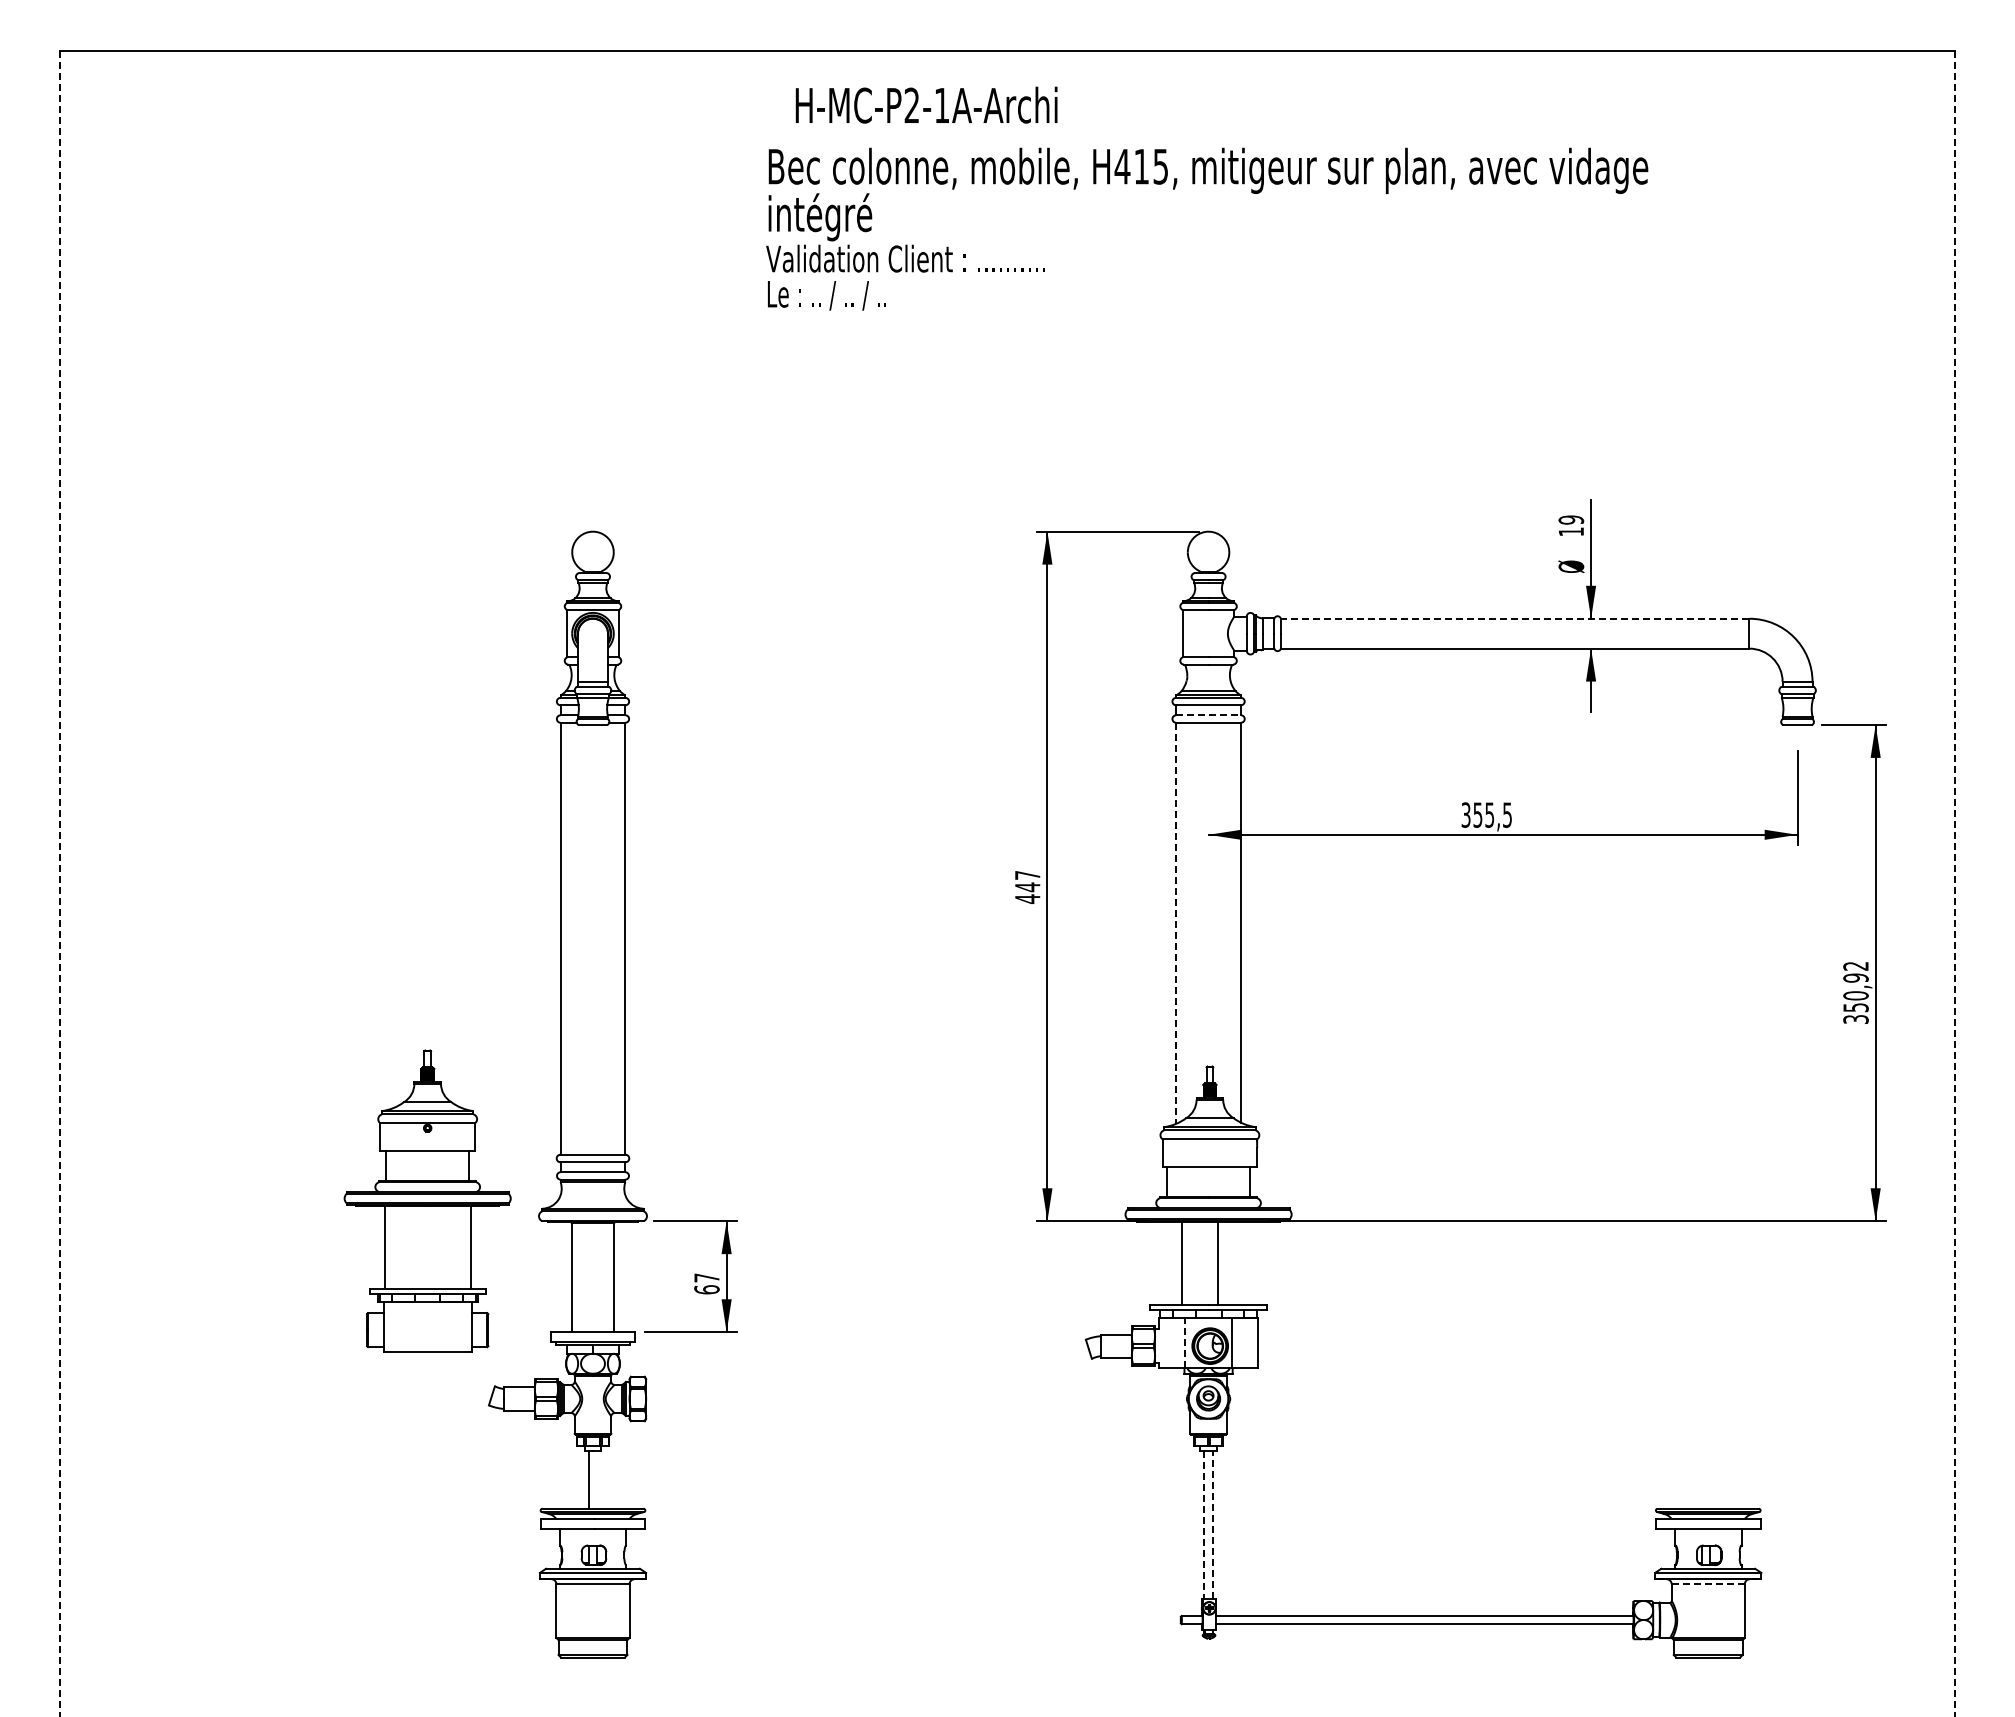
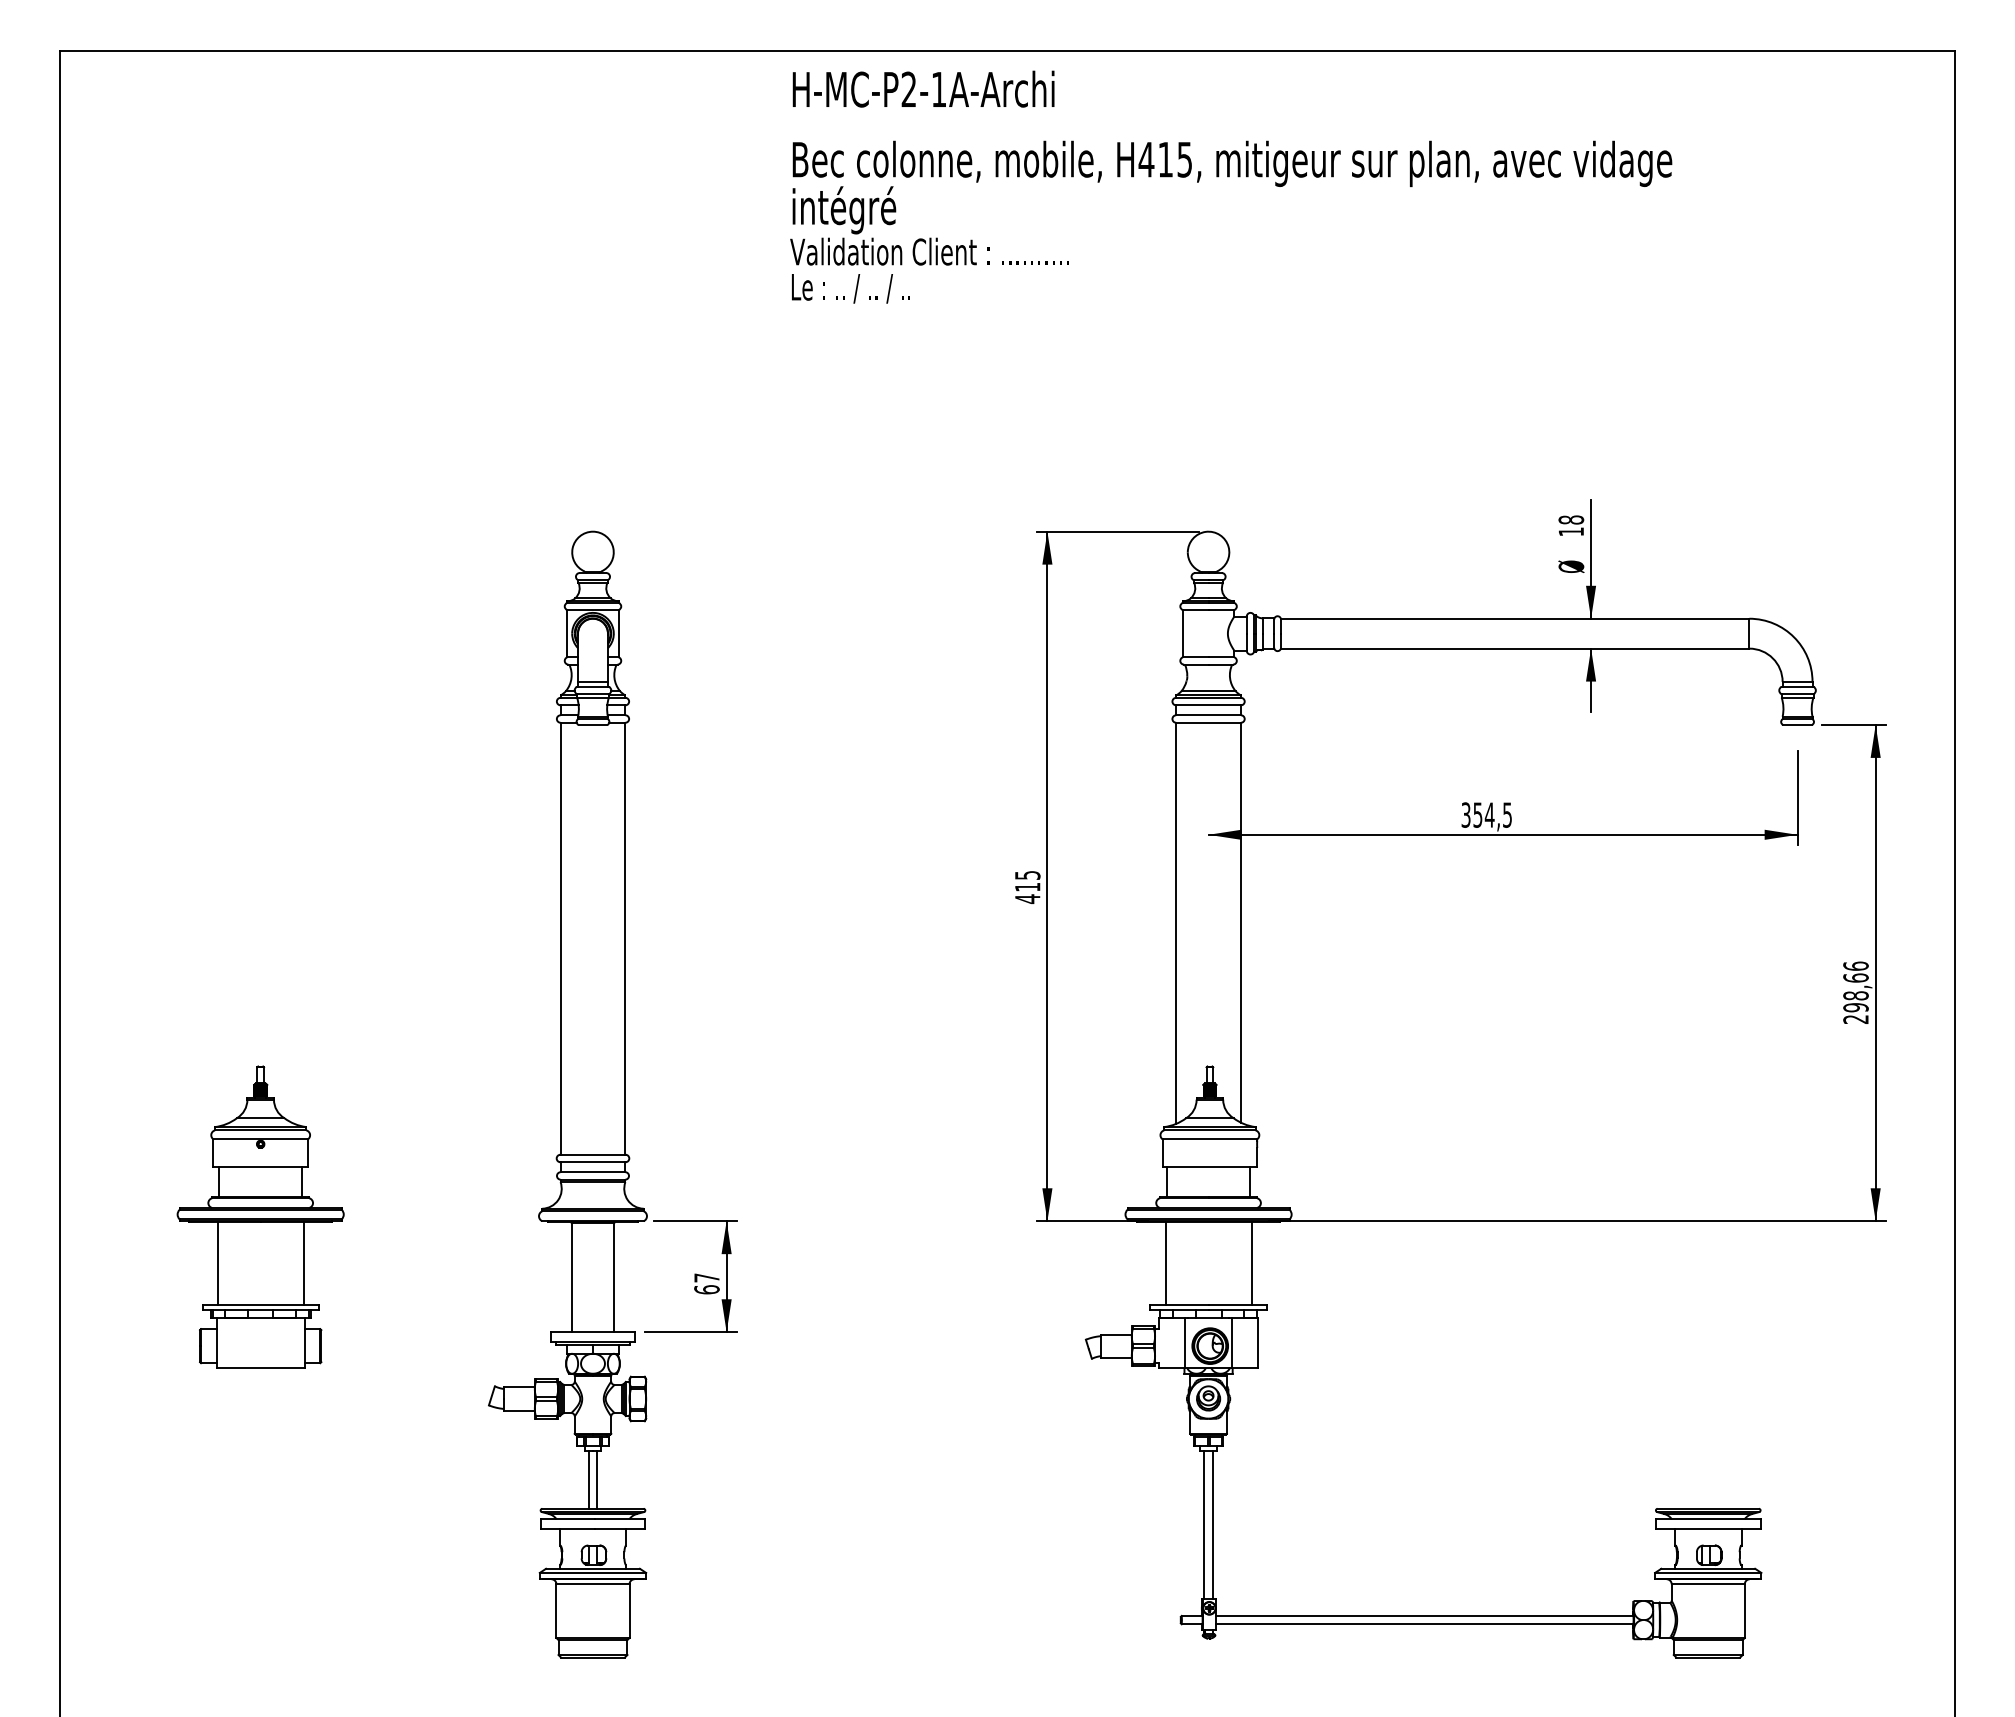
text at (926, 104) position: (926, 104) -> (923, 88)
text at (1207, 228) position: (1207, 228) -> (1231, 221)
text at (1571, 519): 19 -> 18
line at (1514, 618): dashed -> solid
line at (1209, 715): dashed -> solid
text at (1489, 814): 355,5 -> 354,5
text at (1027, 881): 447 -> 415
line at (60, 884): dashed -> solid
line at (1954, 884): dashed -> solid
line at (1176, 923): dashed -> solid
text at (1855, 992): 350,92 -> 298,66
part at (427, 1200) position: (427, 1200) -> (260, 1216)
line at (1181, 1263) position: (1181, 1263) -> (1165, 1263)
line at (1217, 1263) position: (1217, 1263) -> (1251, 1263)
line at (1185, 1342): dashed -> solid
line at (597, 1479): none -> present
line at (1212, 1524): dashed -> solid
line at (1204, 1525): dashed -> solid
line at (1708, 1584): dashed -> solid
